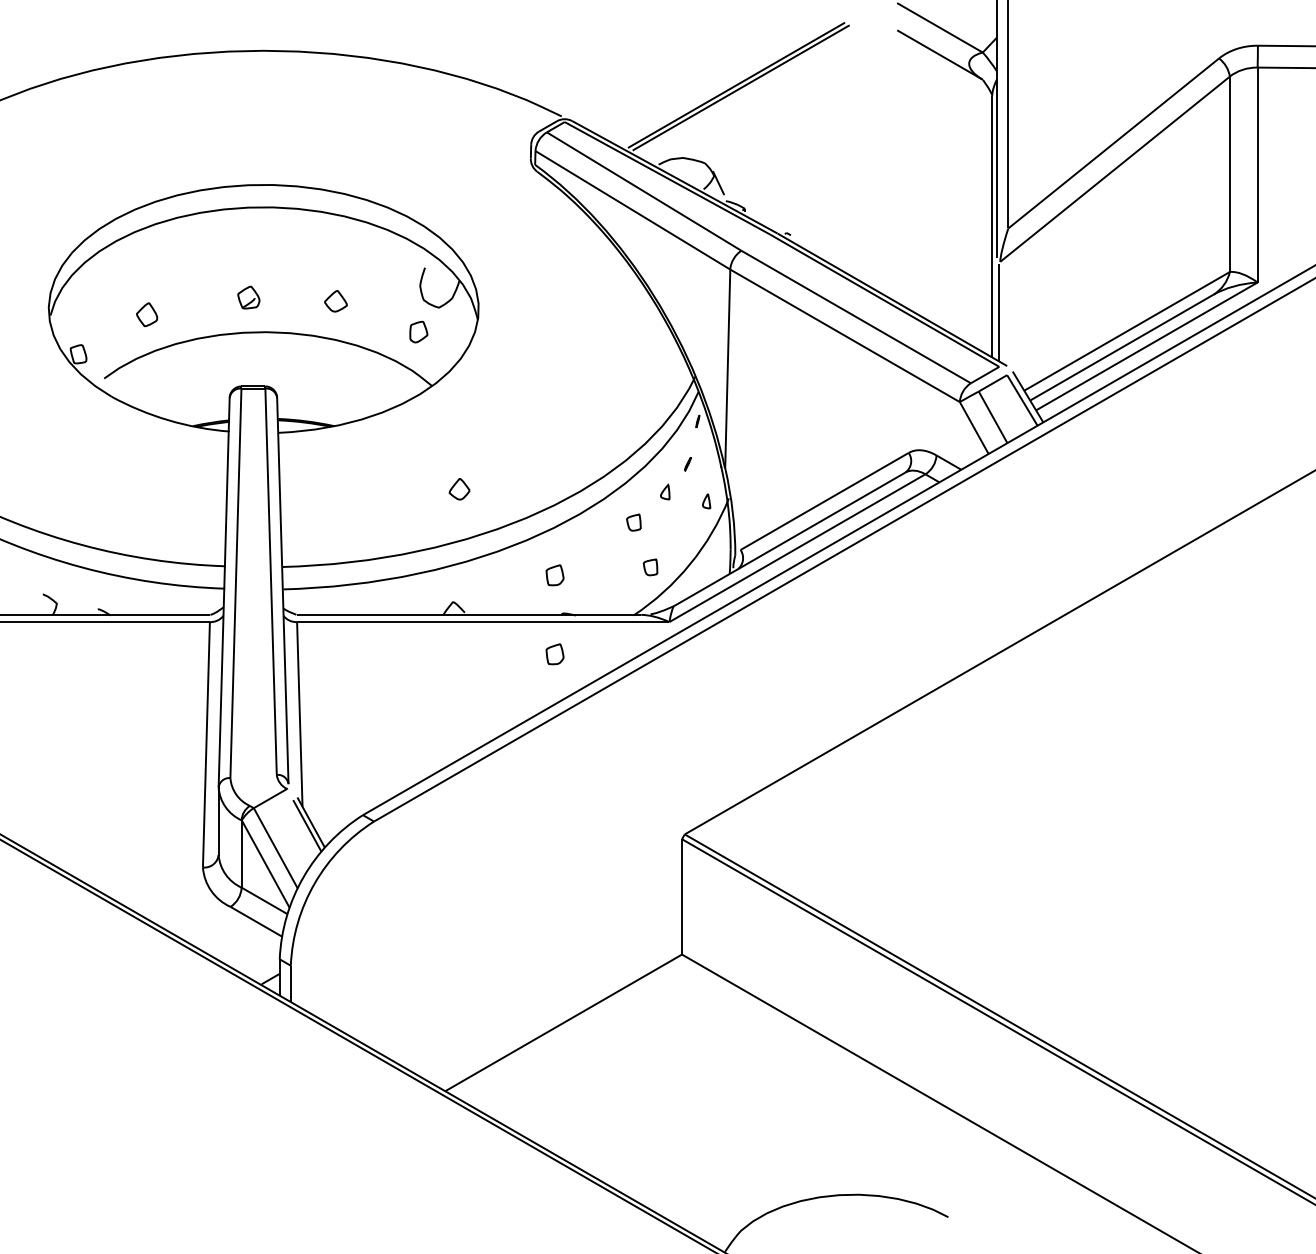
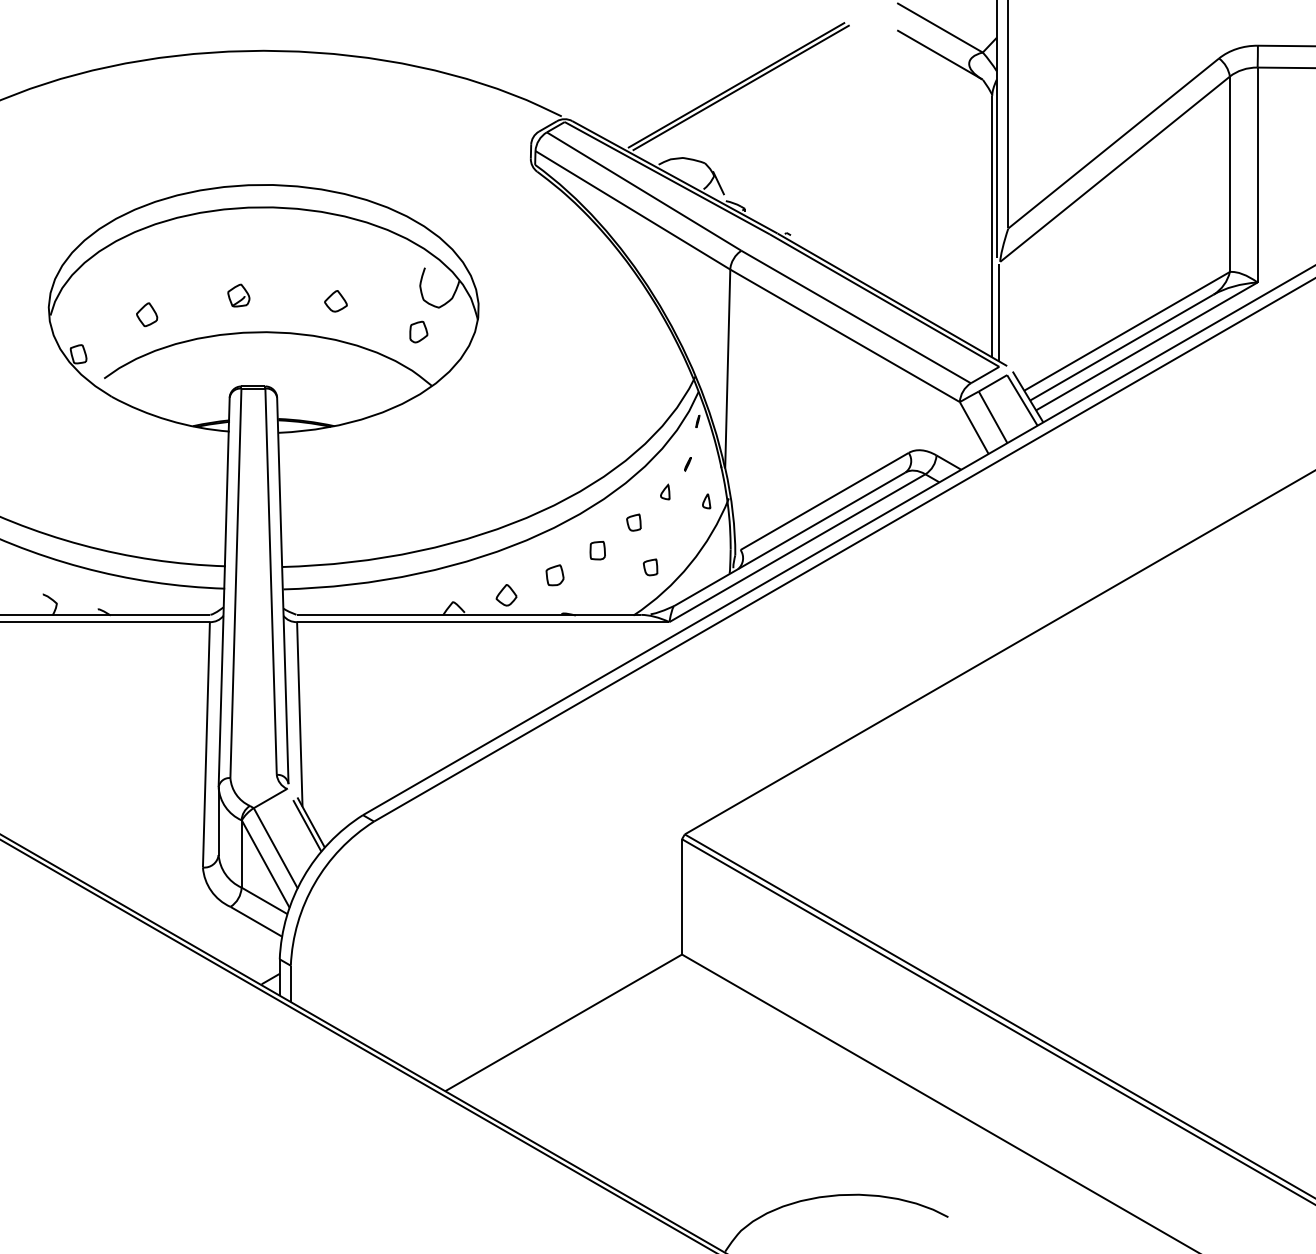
part at (248, 297) position: (248, 297) -> (238, 295)
part at (459, 489) position: (459, 489) -> (506, 595)
part at (597, 550): none -> present
part at (554, 654): present -> none
